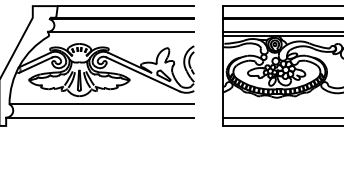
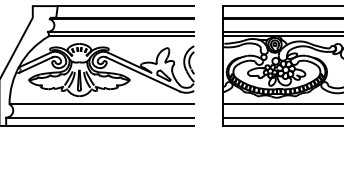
line at (121, 35): none -> present
line at (281, 104): none -> present
line at (100, 125): none -> present
